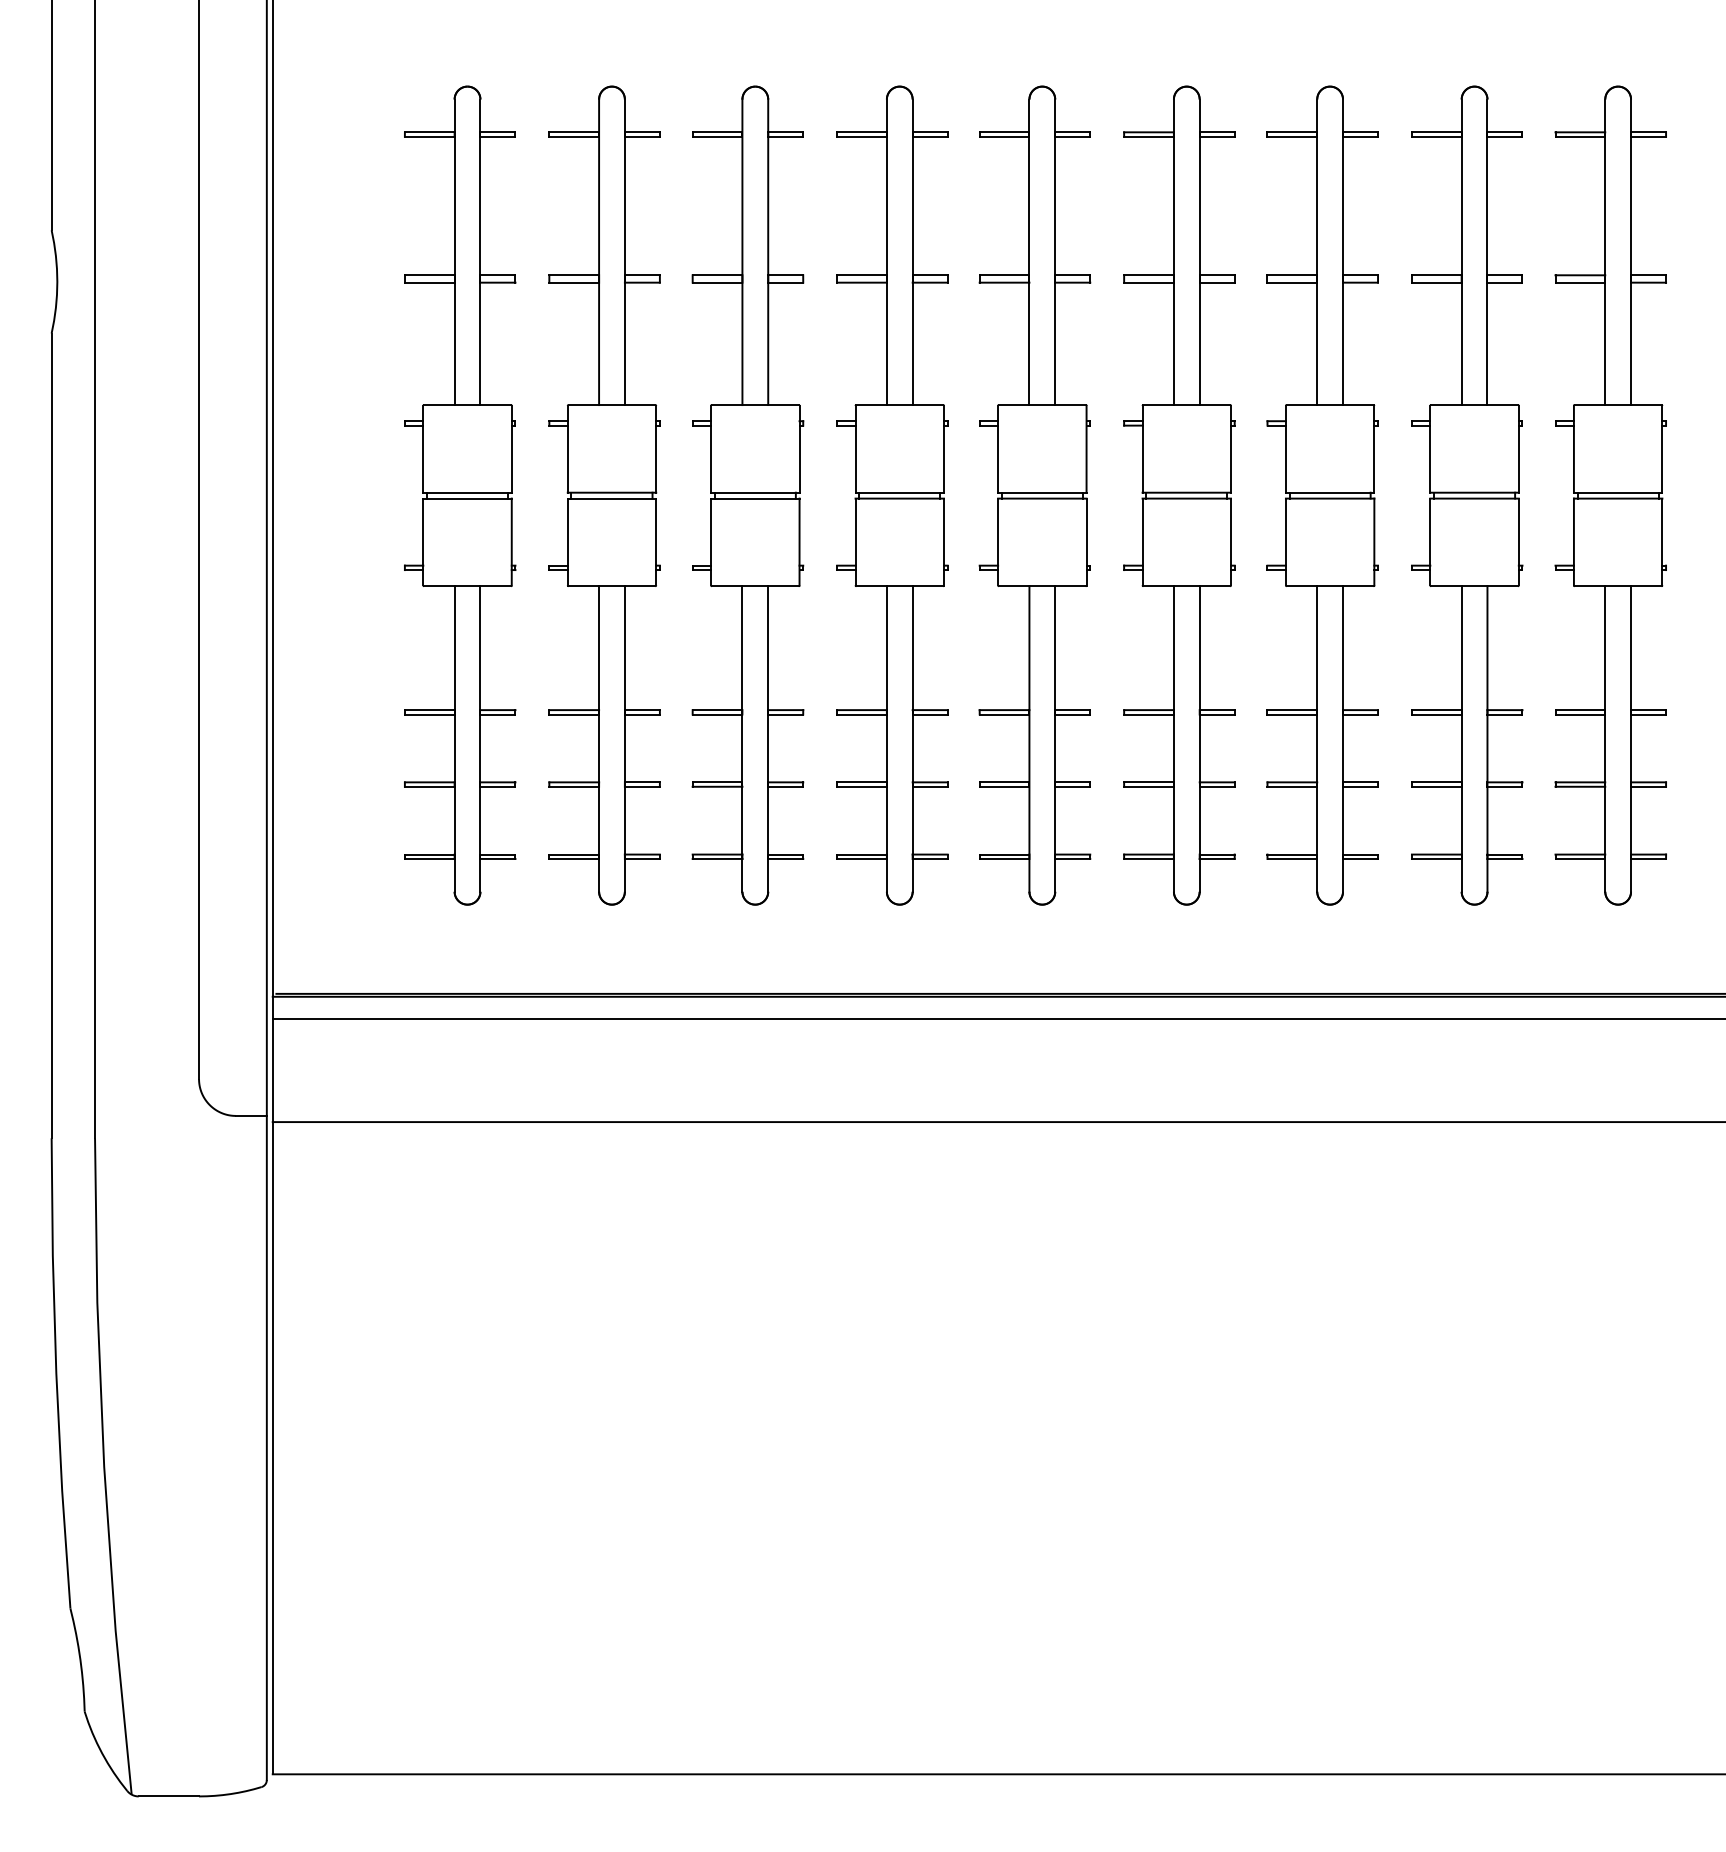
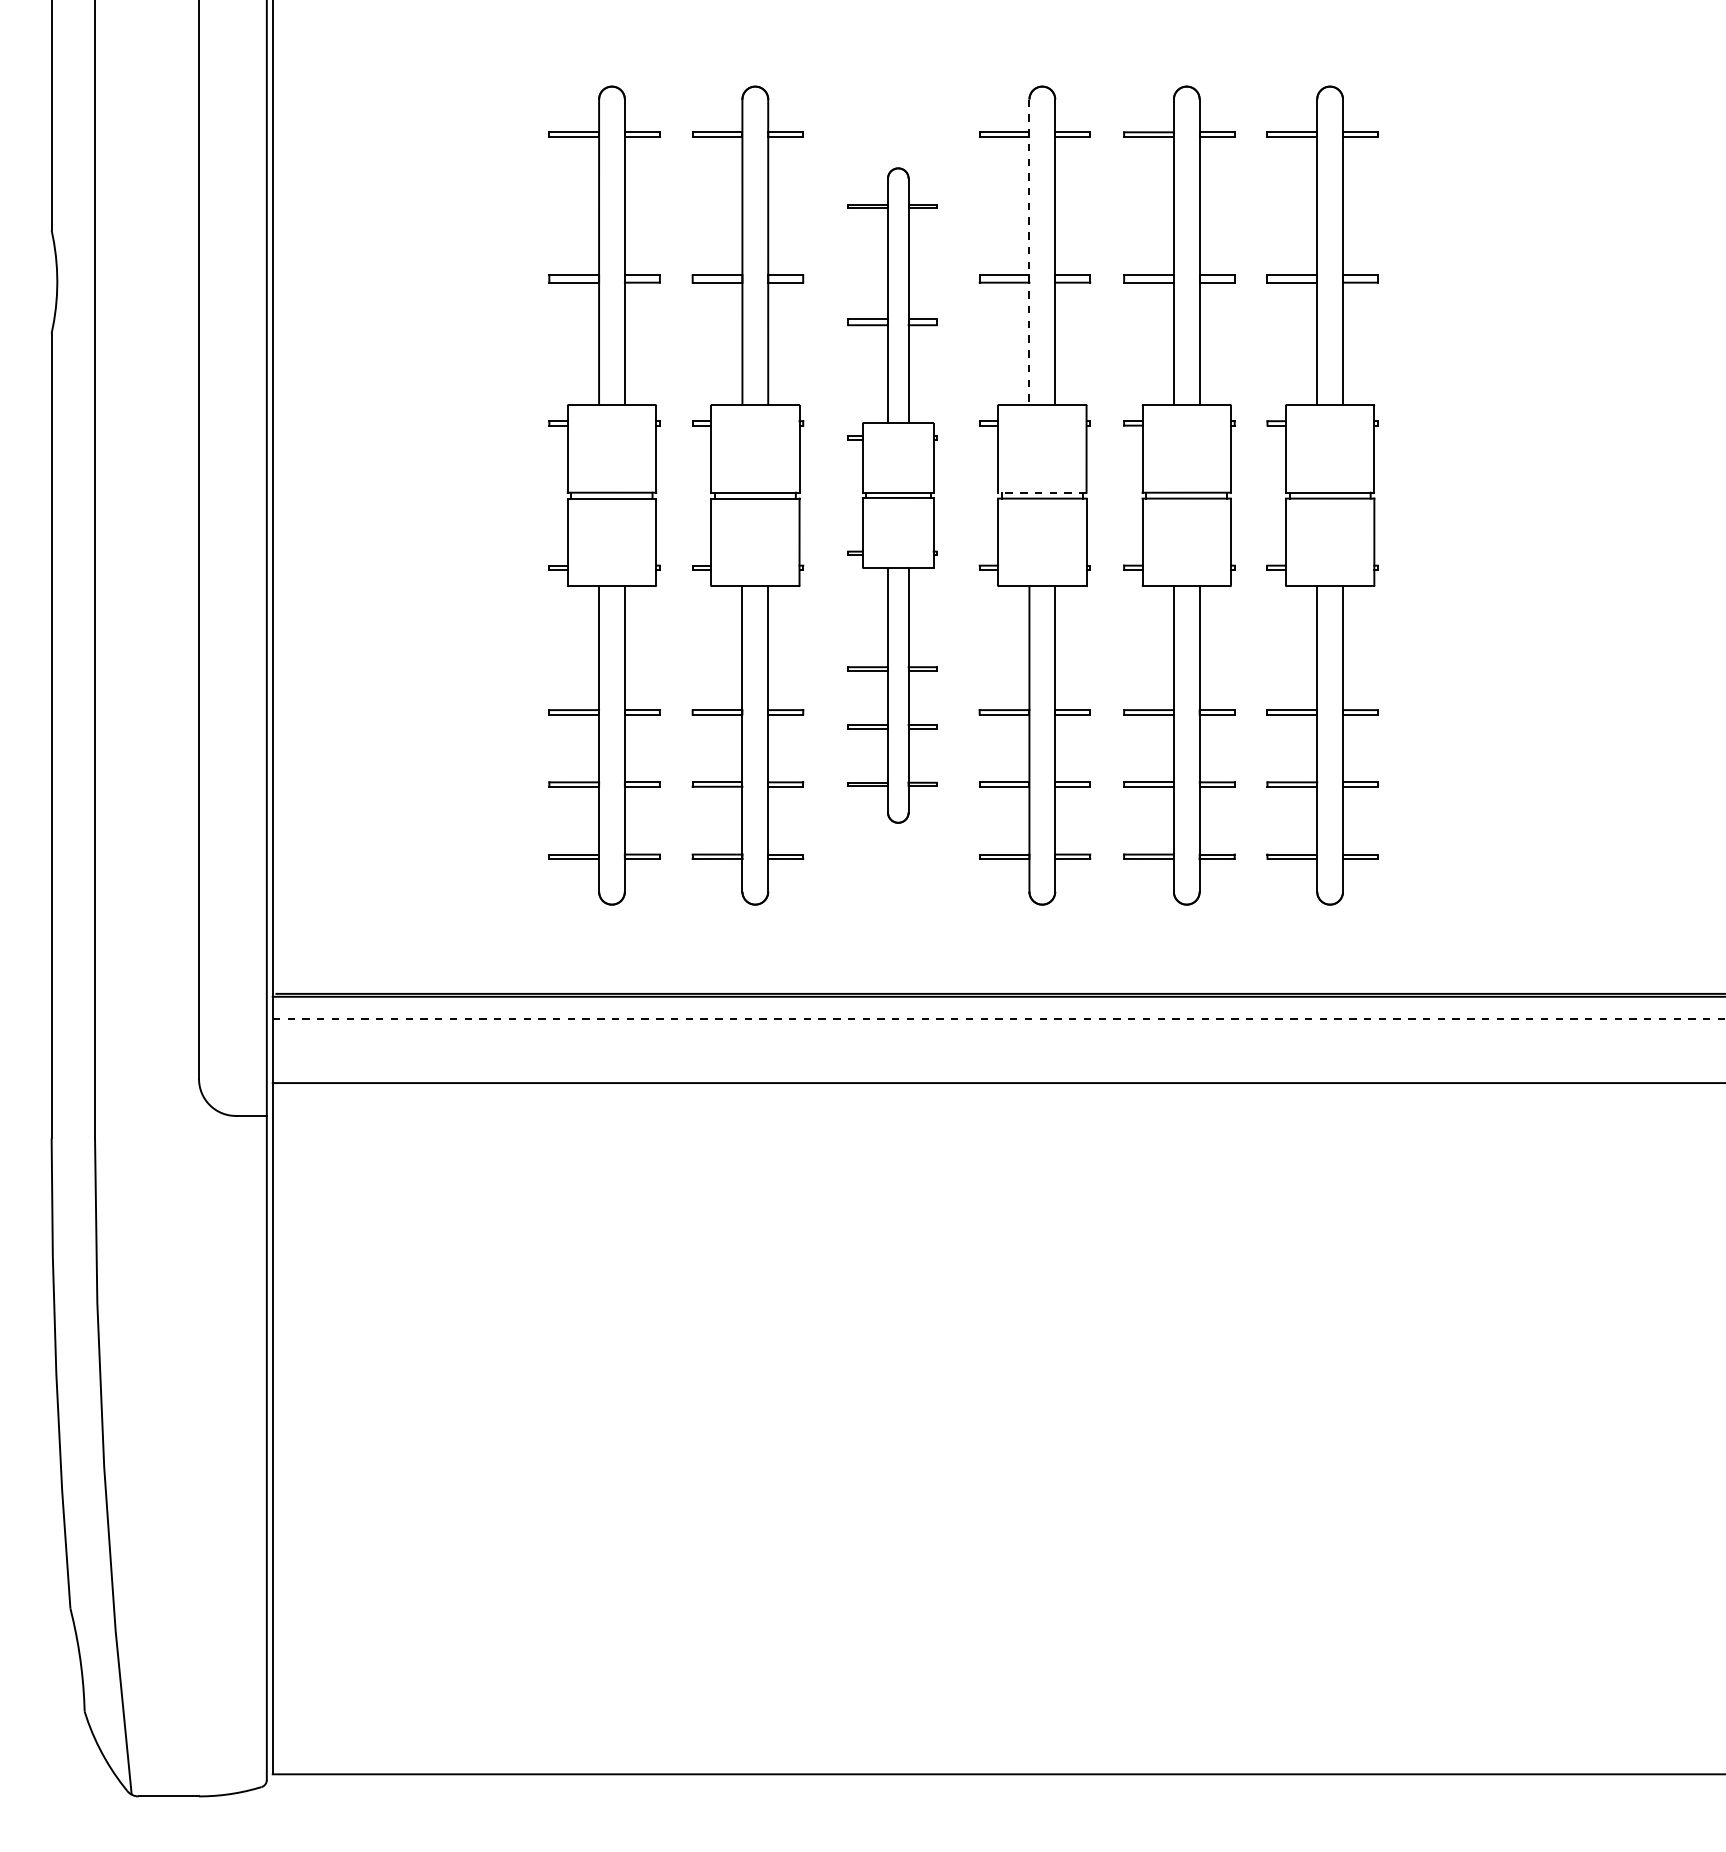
line at (1029, 252): solid -> dashed
line at (1041, 492): solid -> dashed
part at (460, 495): present -> none
part at (892, 495) size: 113x821 px -> 91x657 px
part at (1467, 495): present -> none
part at (1610, 495): present -> none
line at (998, 1018): solid -> dashed
line at (997, 1122) position: (997, 1122) -> (997, 1083)
